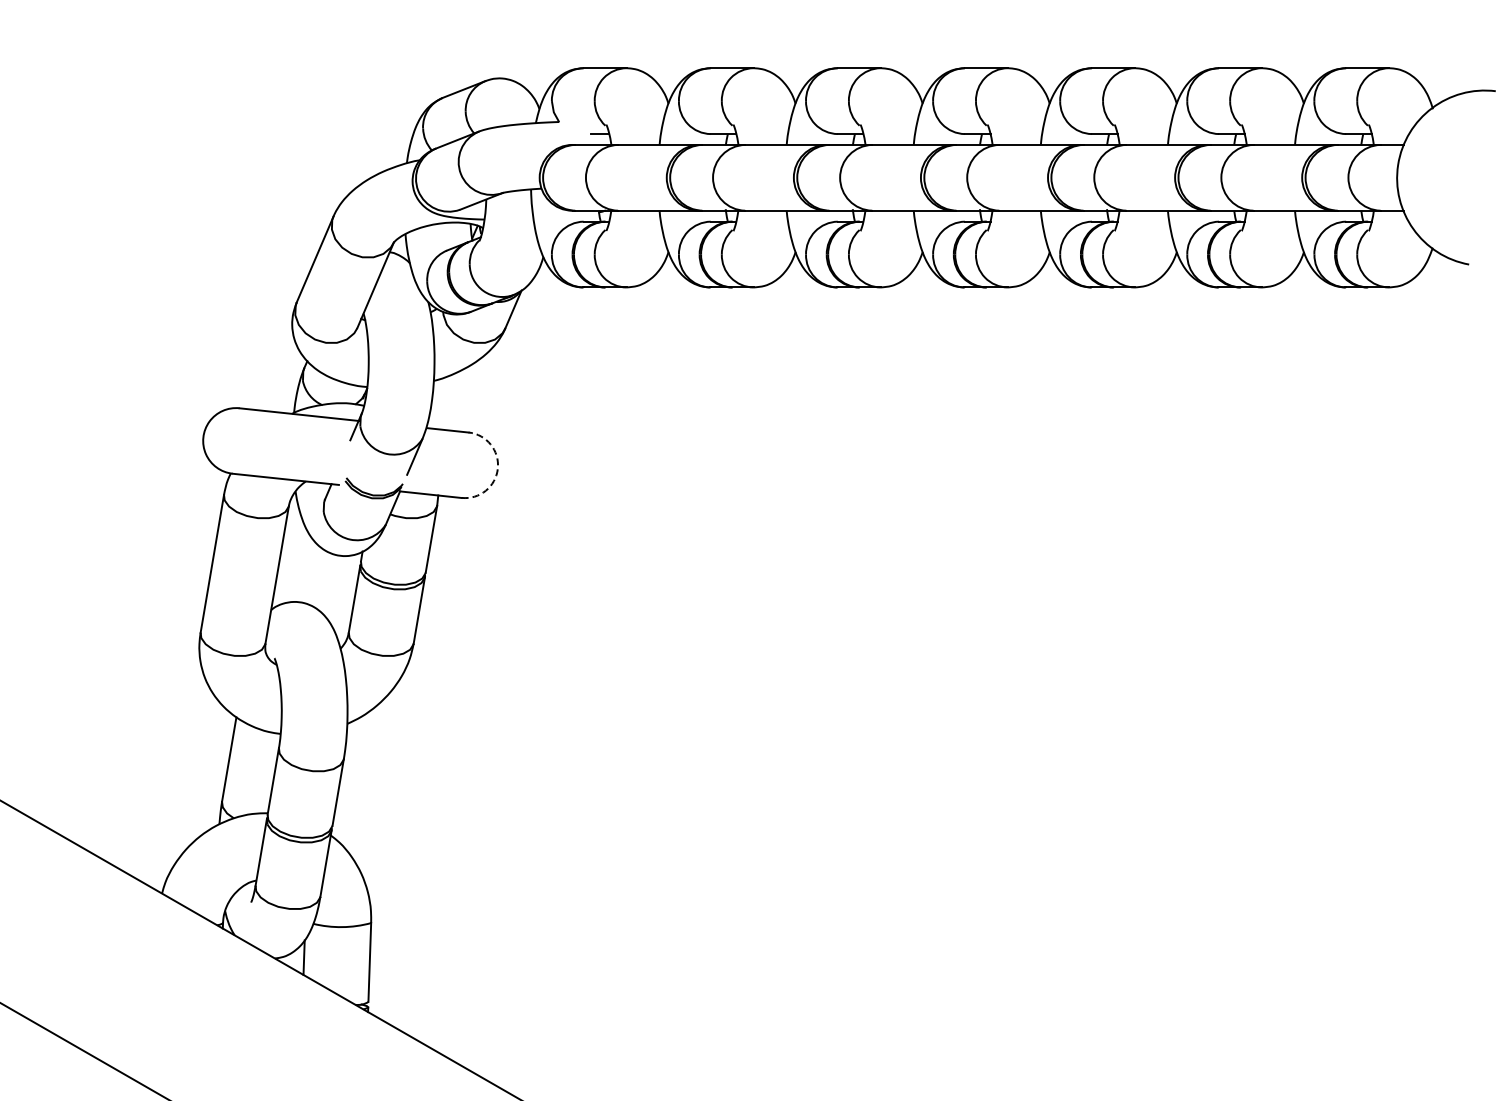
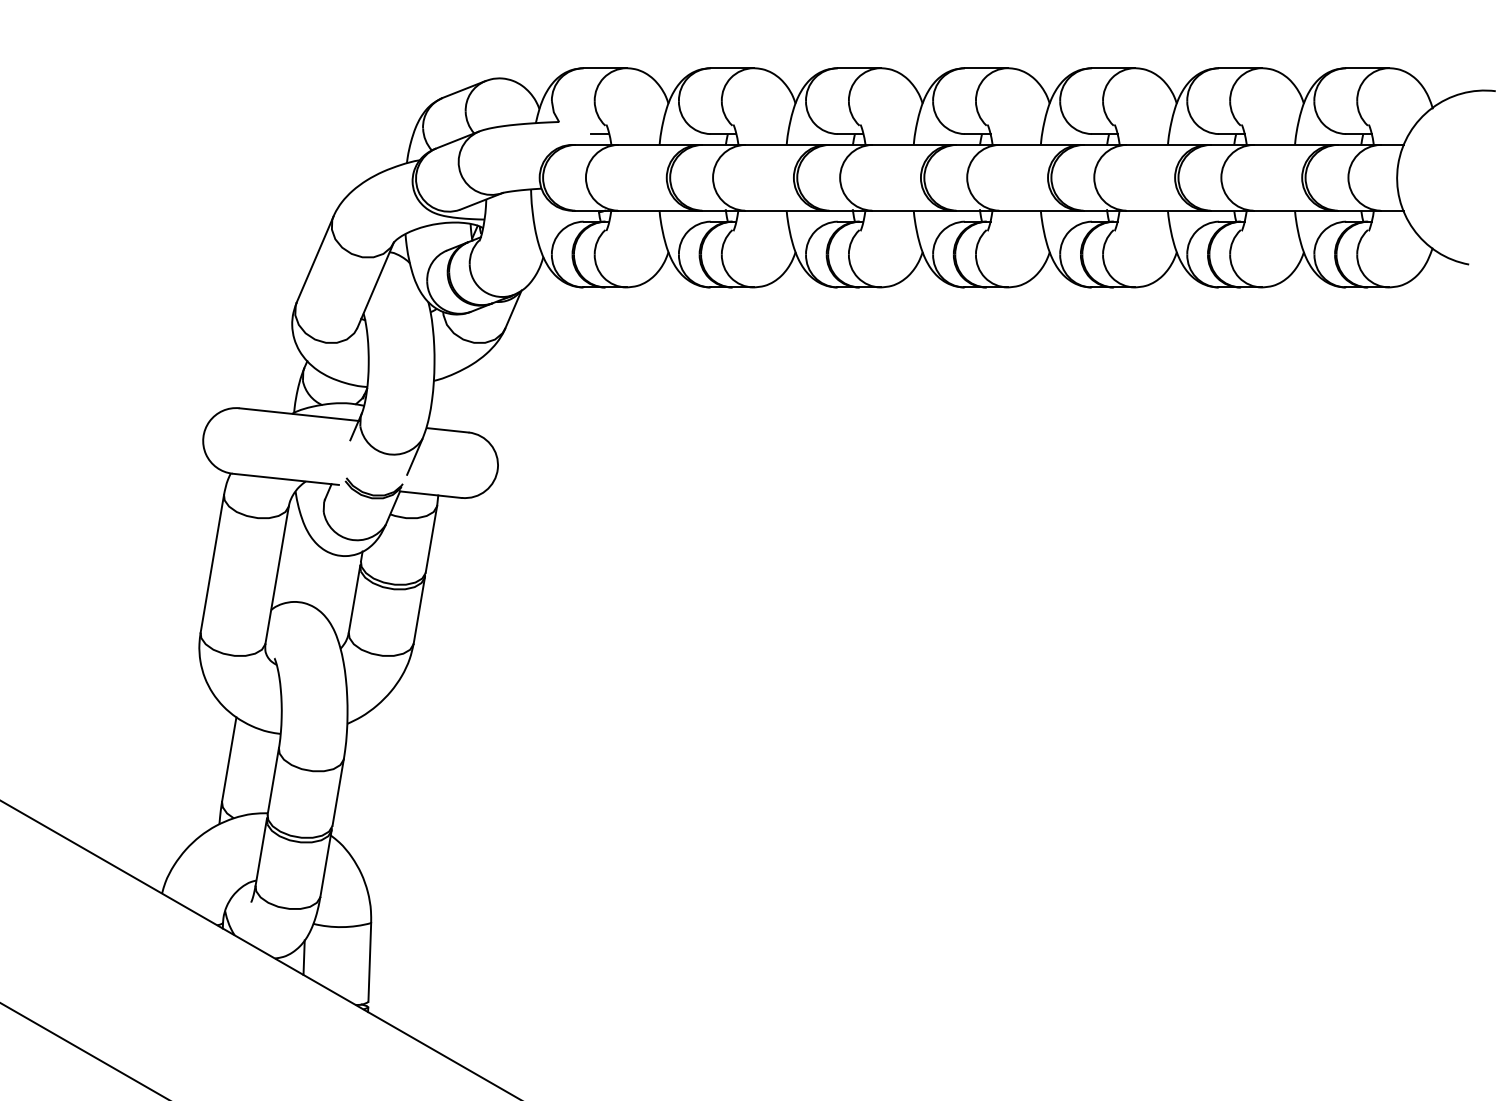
arc at (497, 468): dashed -> solid
